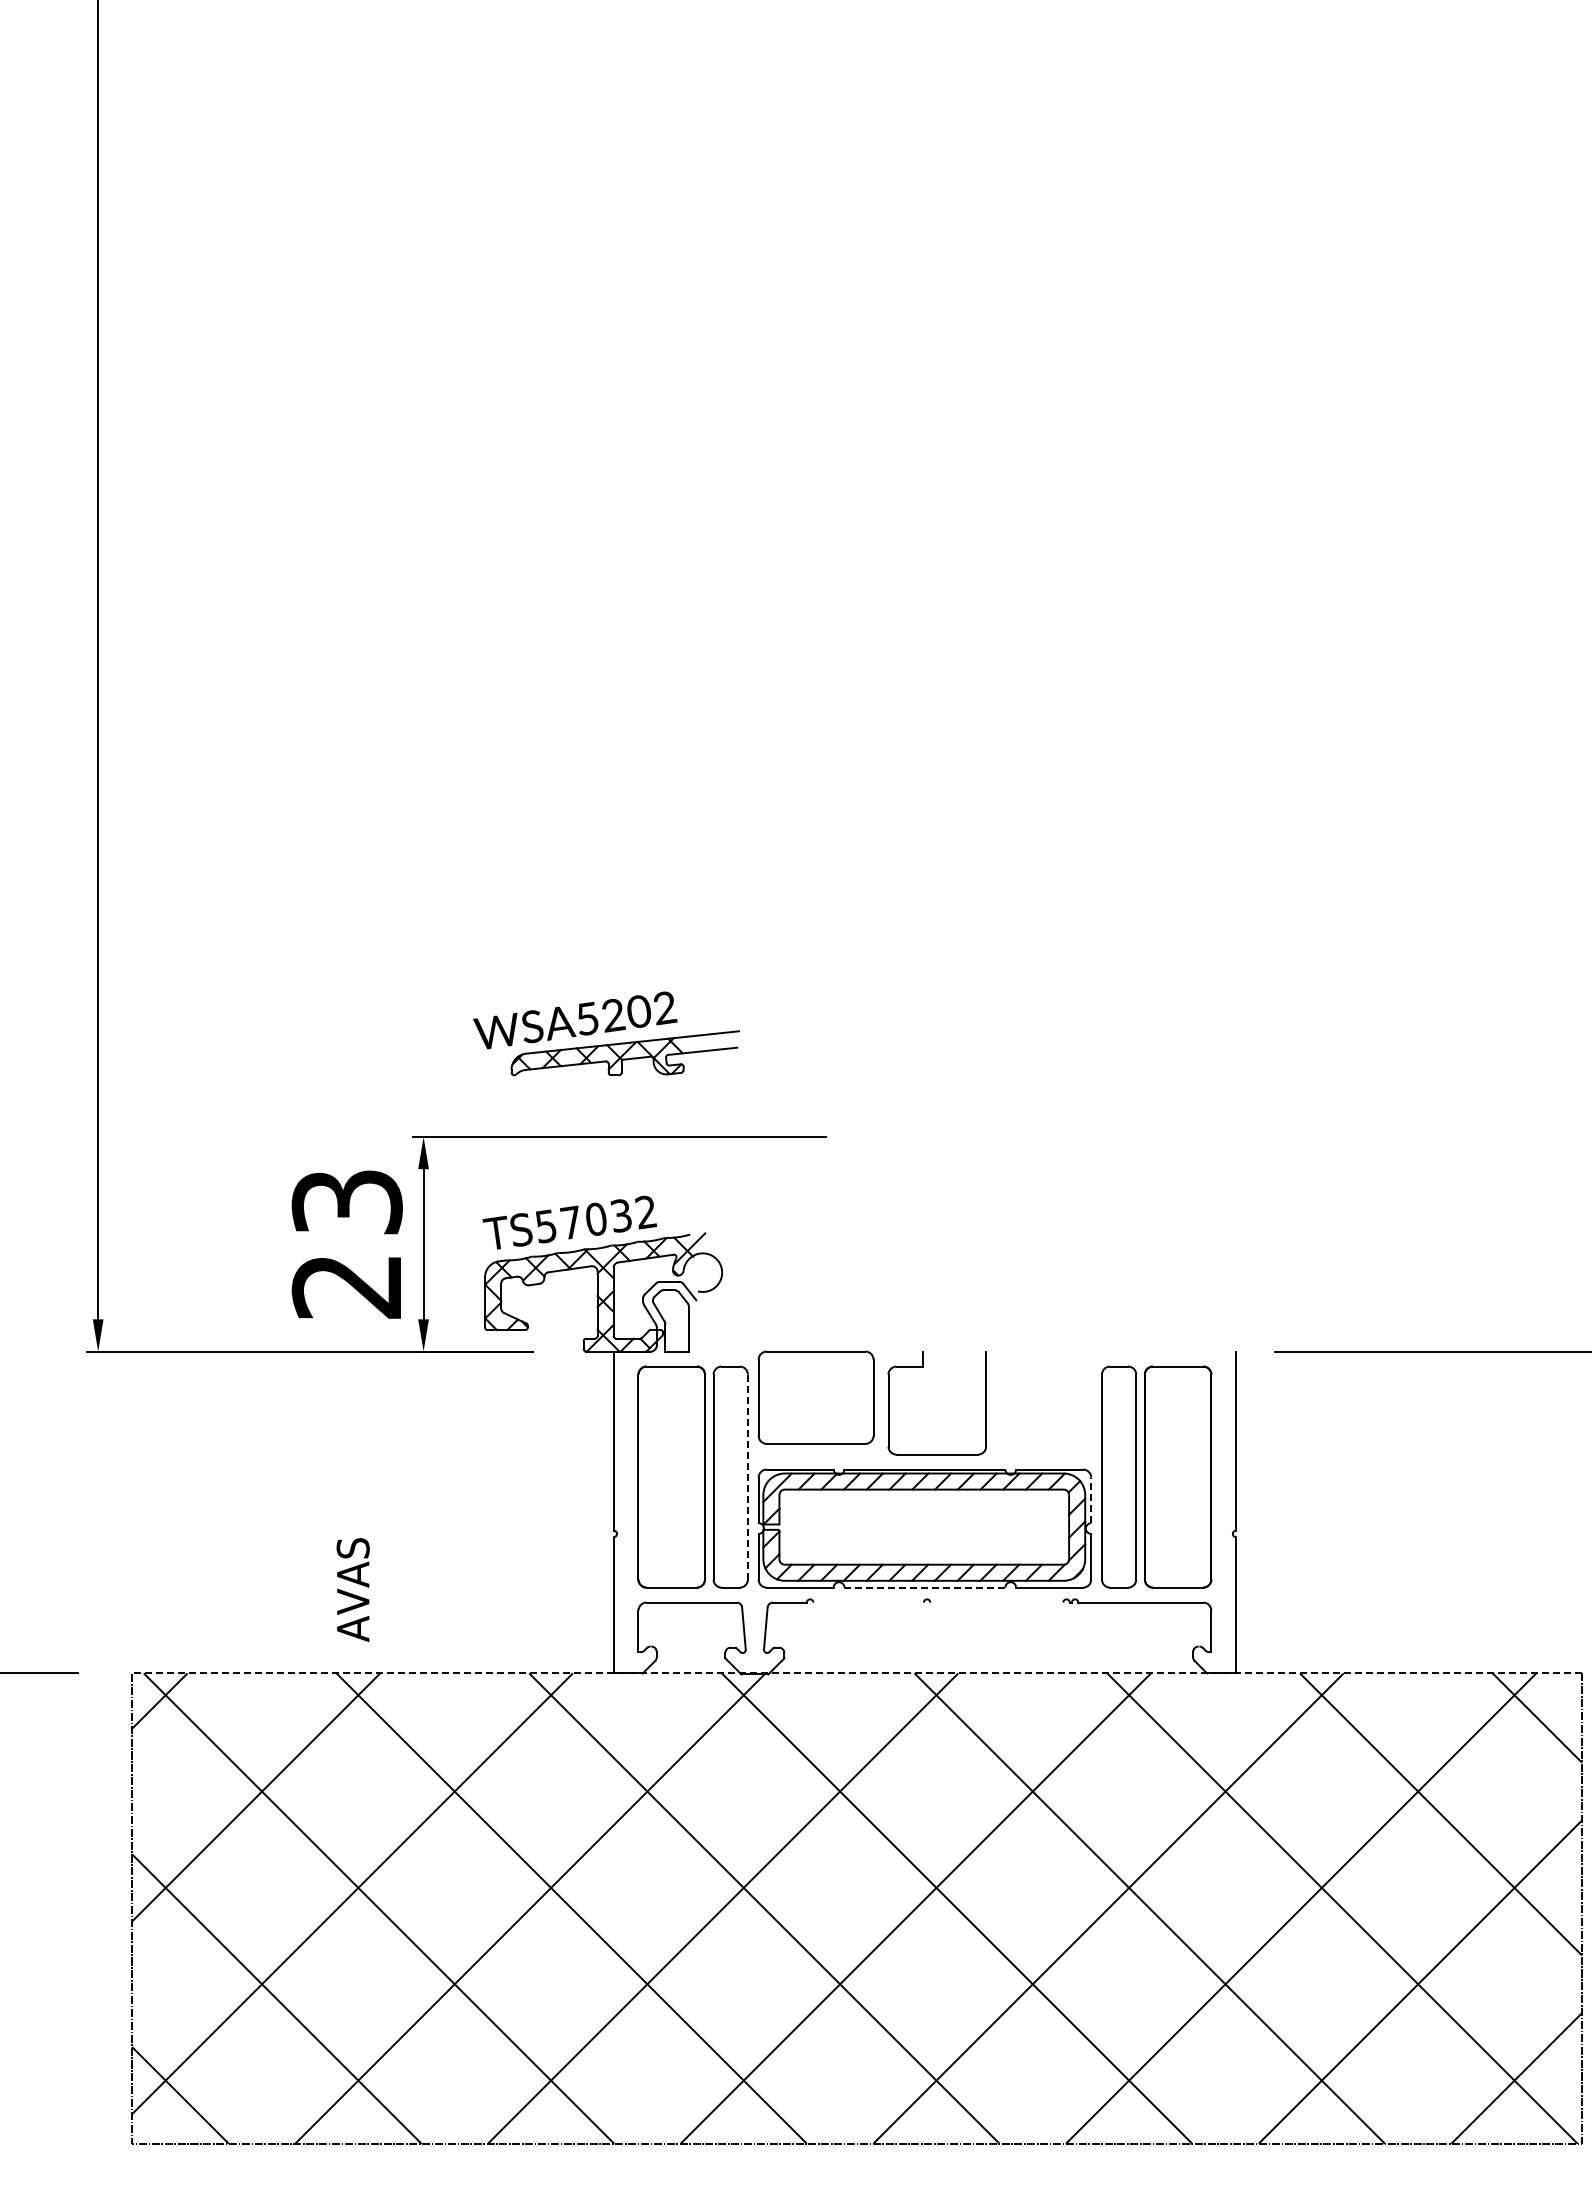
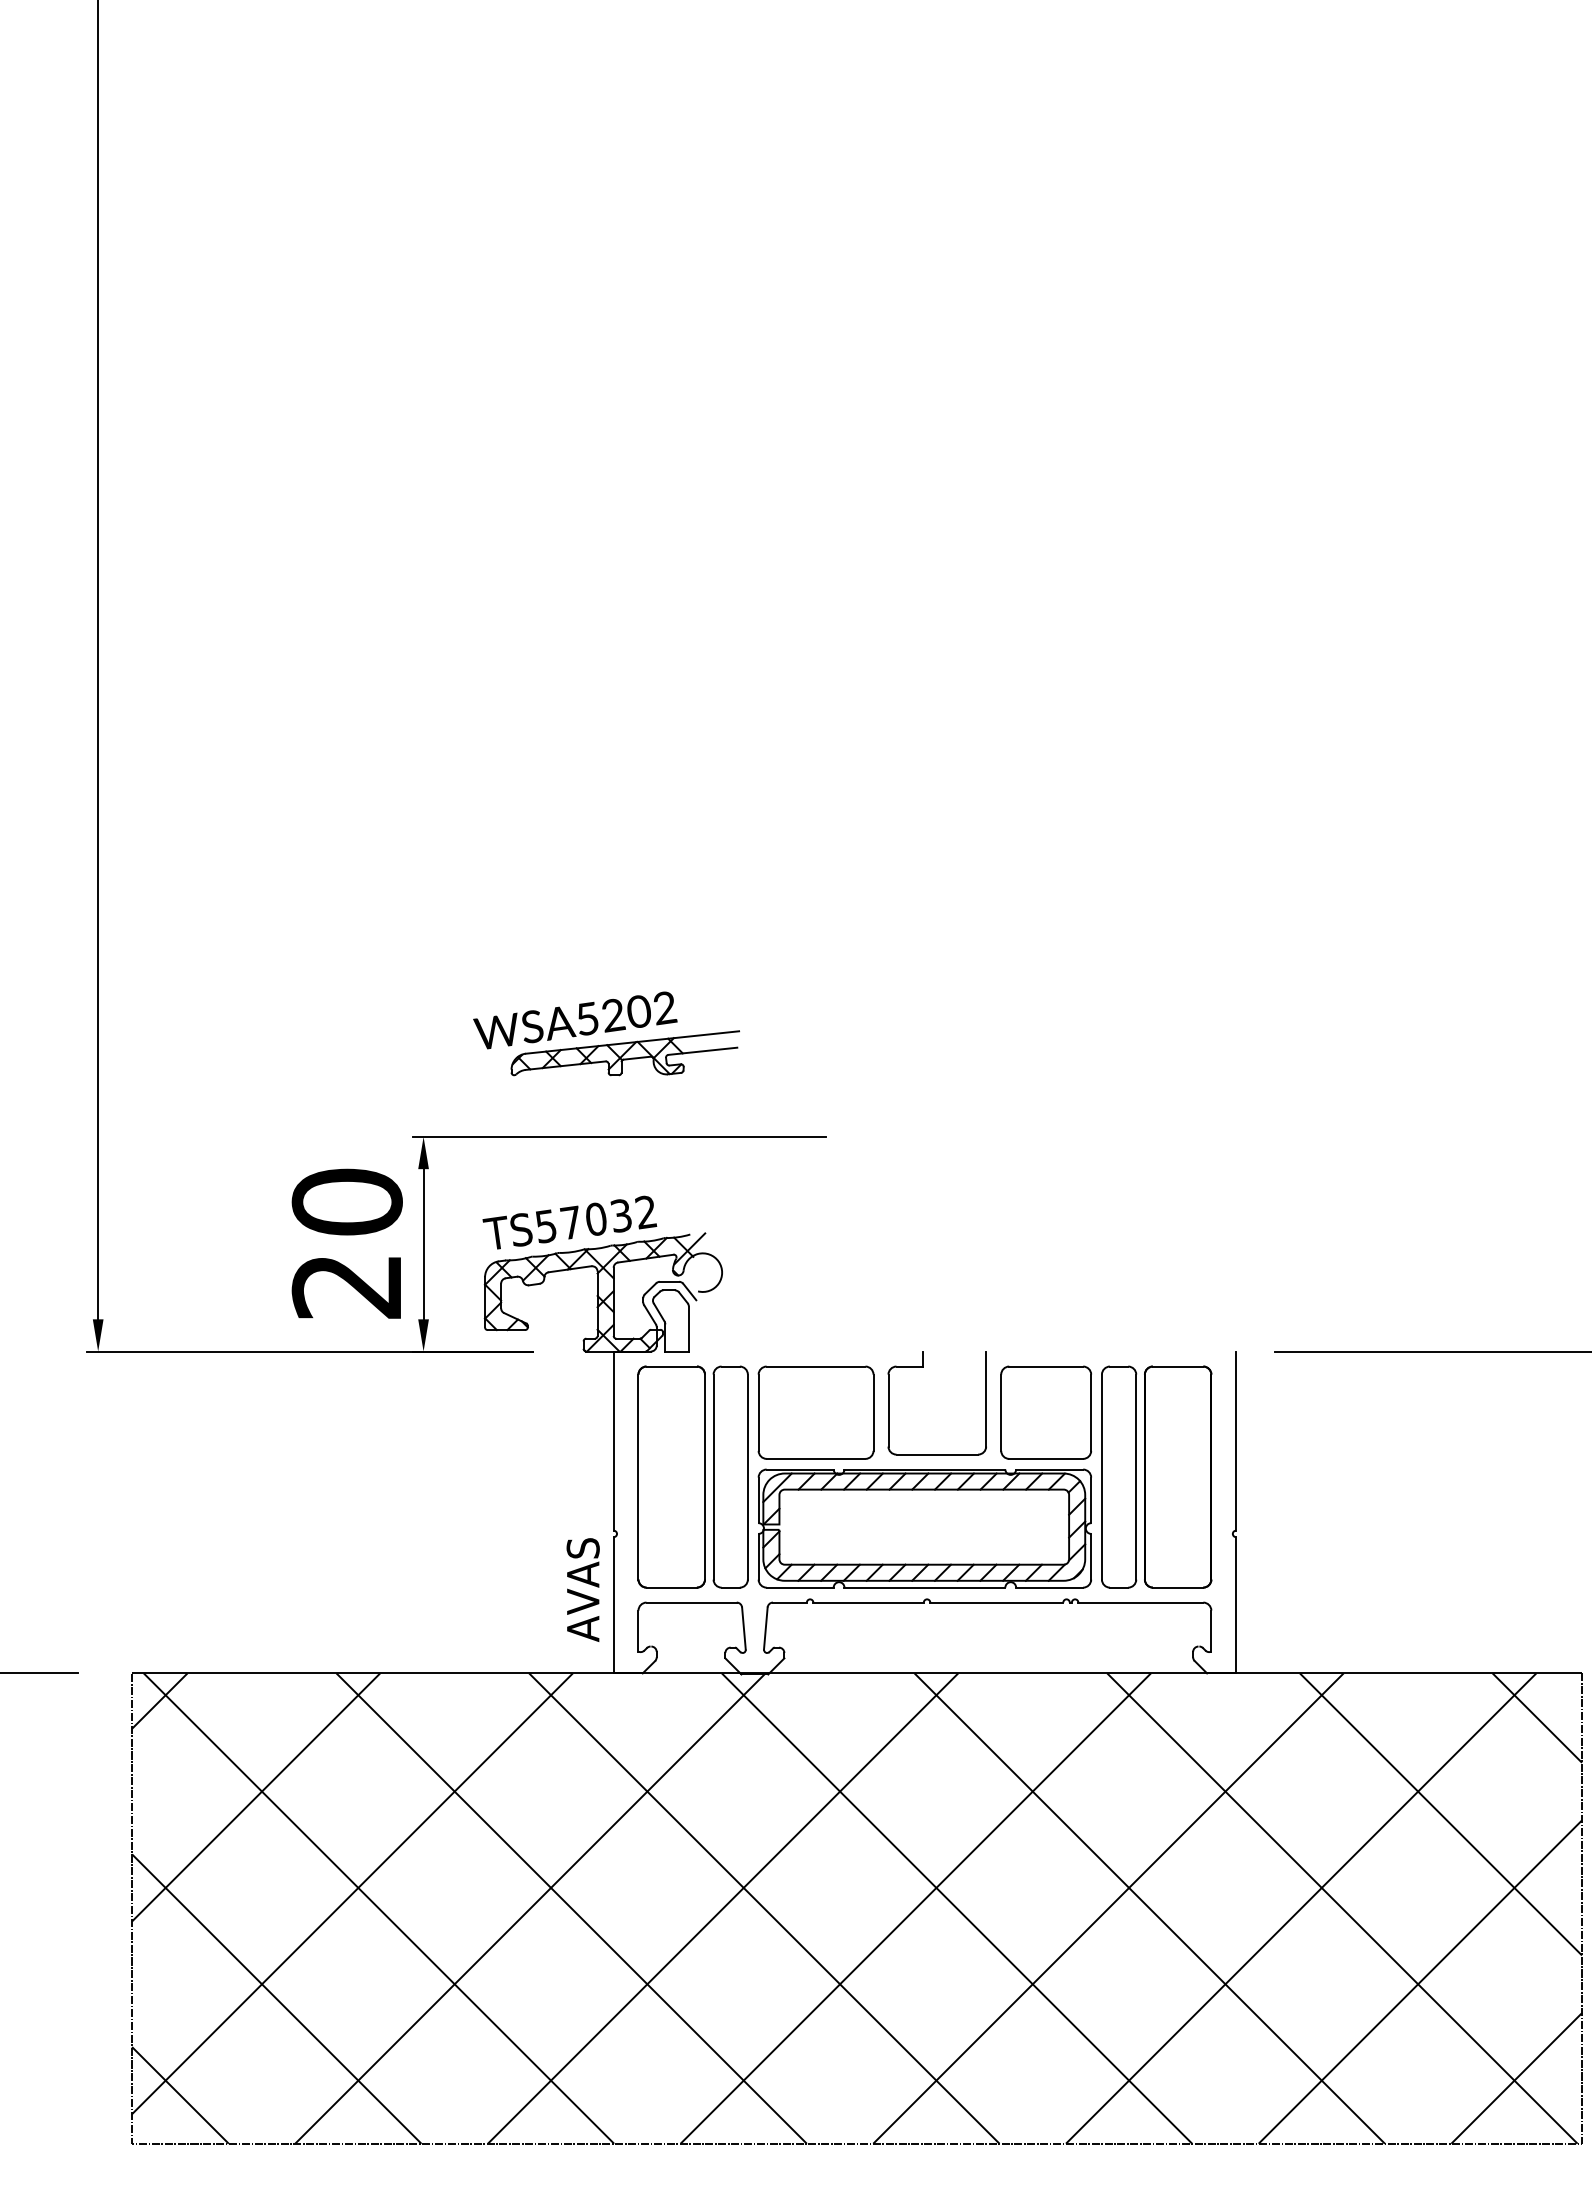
text at (346, 1201): 23 -> 20
part at (815, 1397) position: (815, 1397) -> (815, 1412)
part at (1046, 1412): none -> present
line at (747, 1477): dashed -> solid
line at (1091, 1500): dashed -> solid
line at (924, 1587): dashed -> solid
text at (352, 1589) position: (352, 1589) -> (582, 1589)
line at (868, 1602): none -> present
line at (996, 1602): none -> present
line at (857, 1673): dashed -> solid
